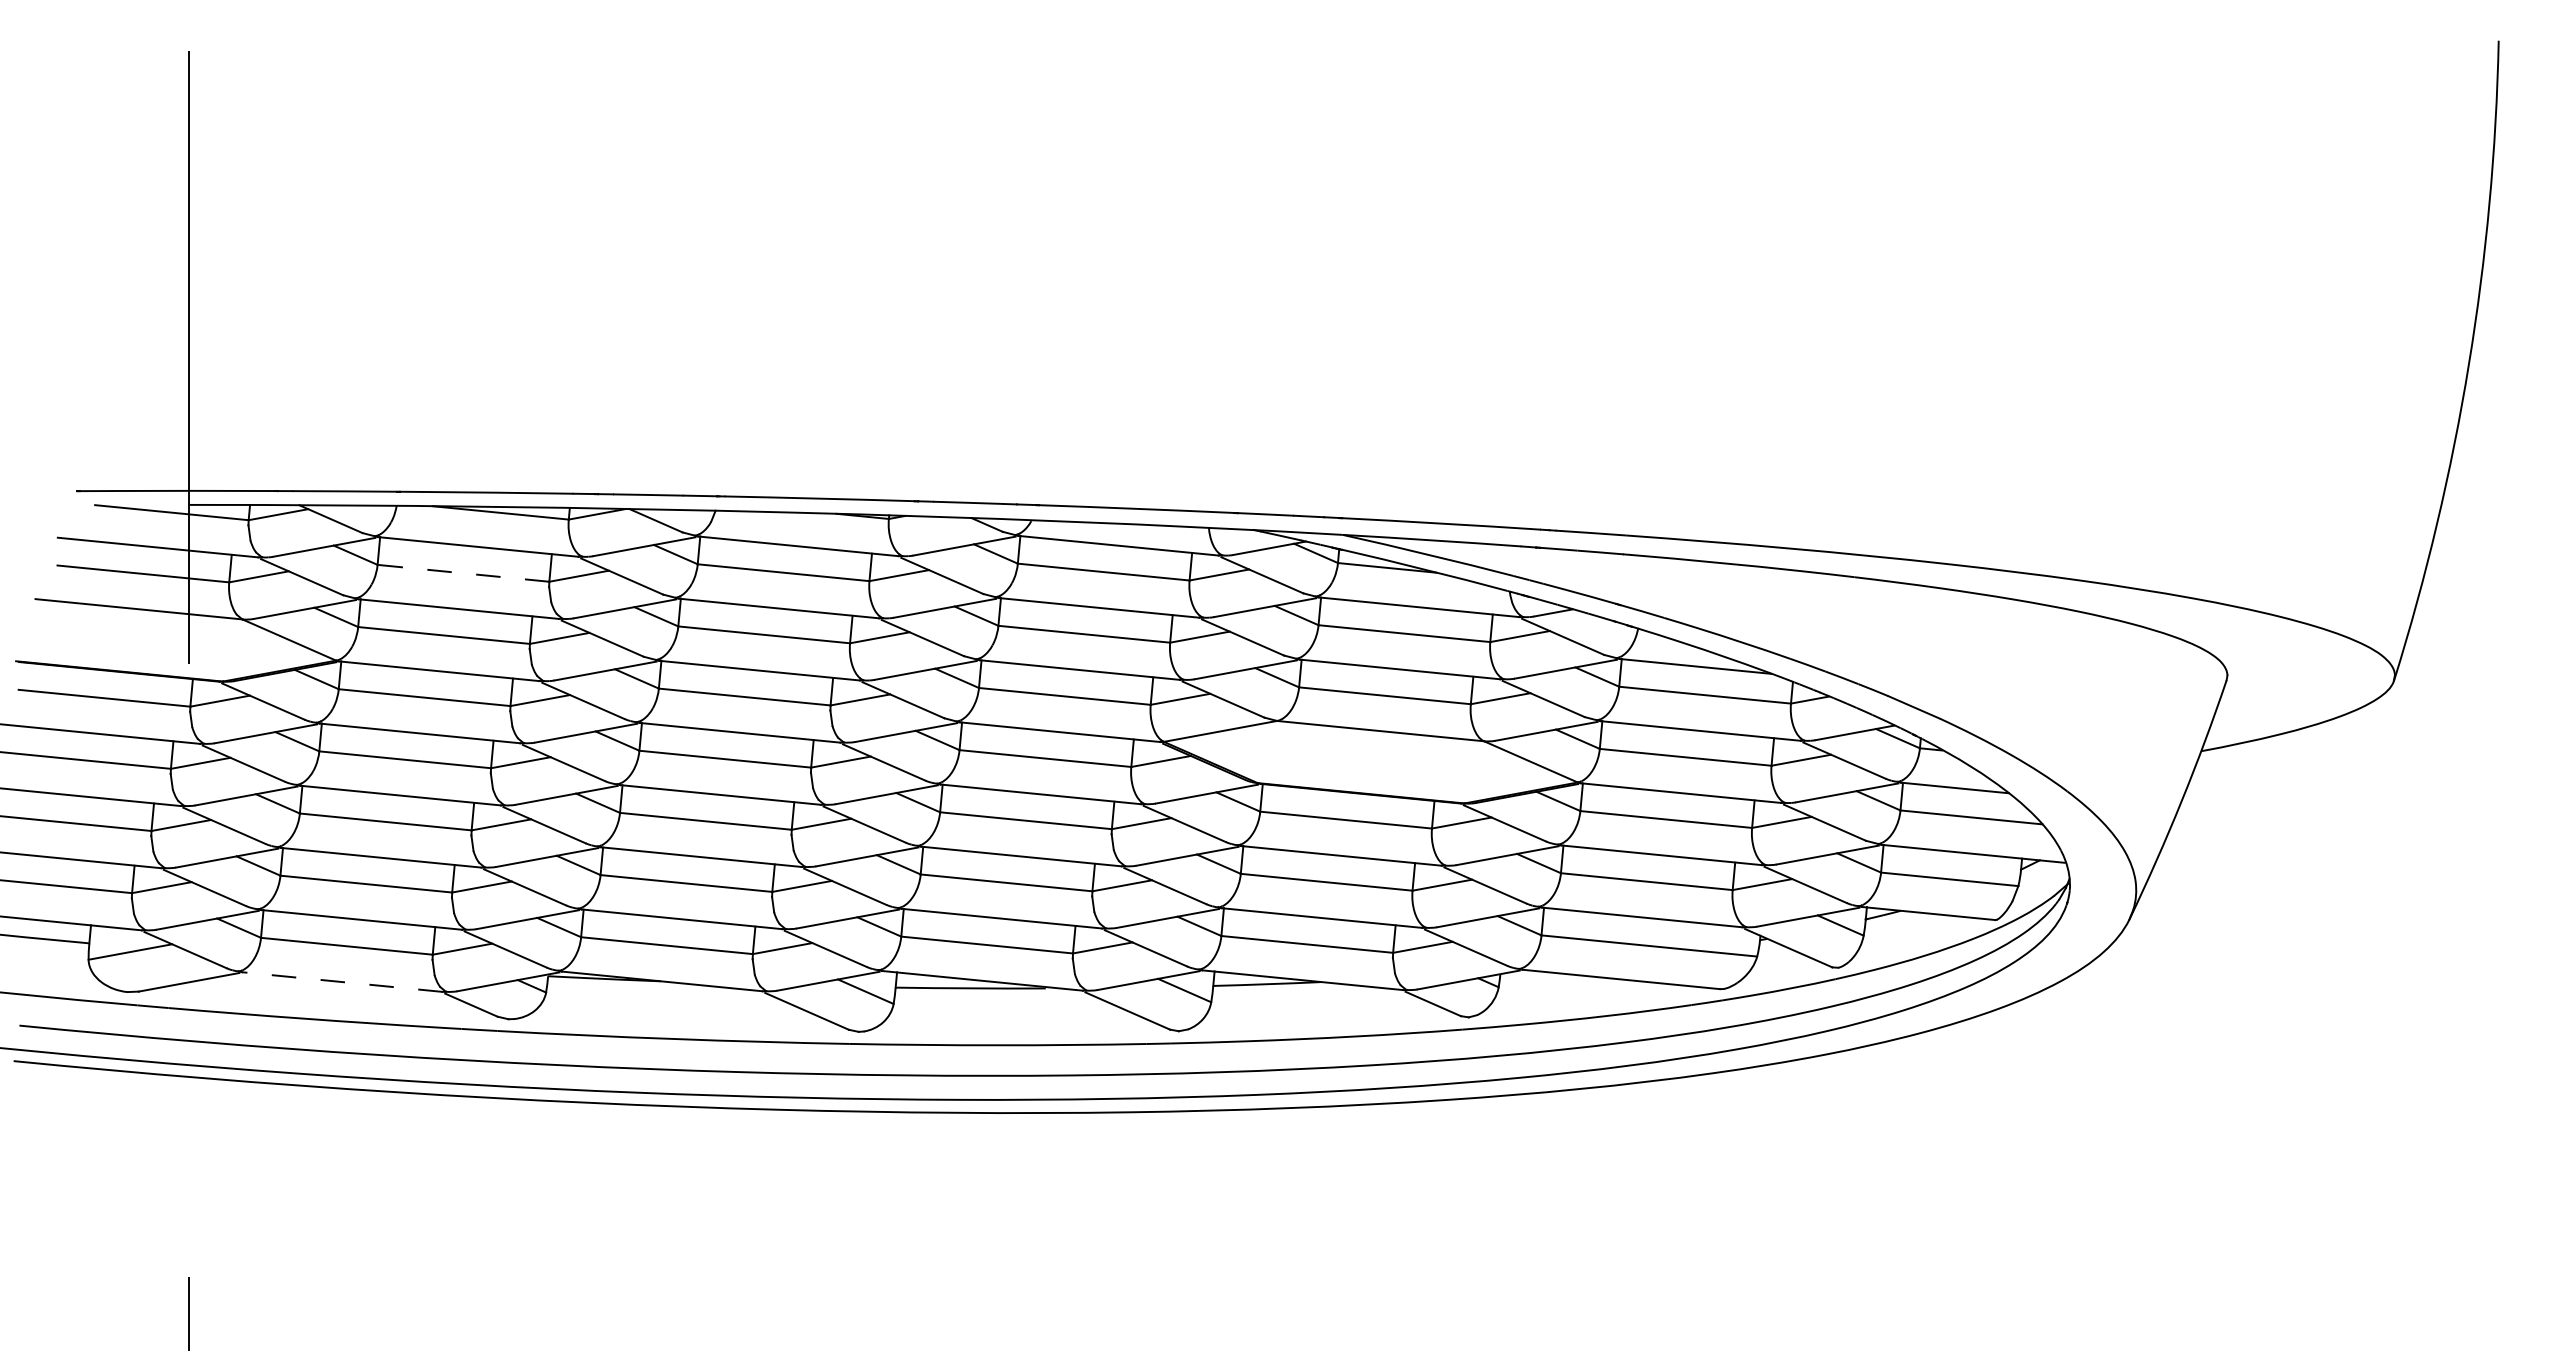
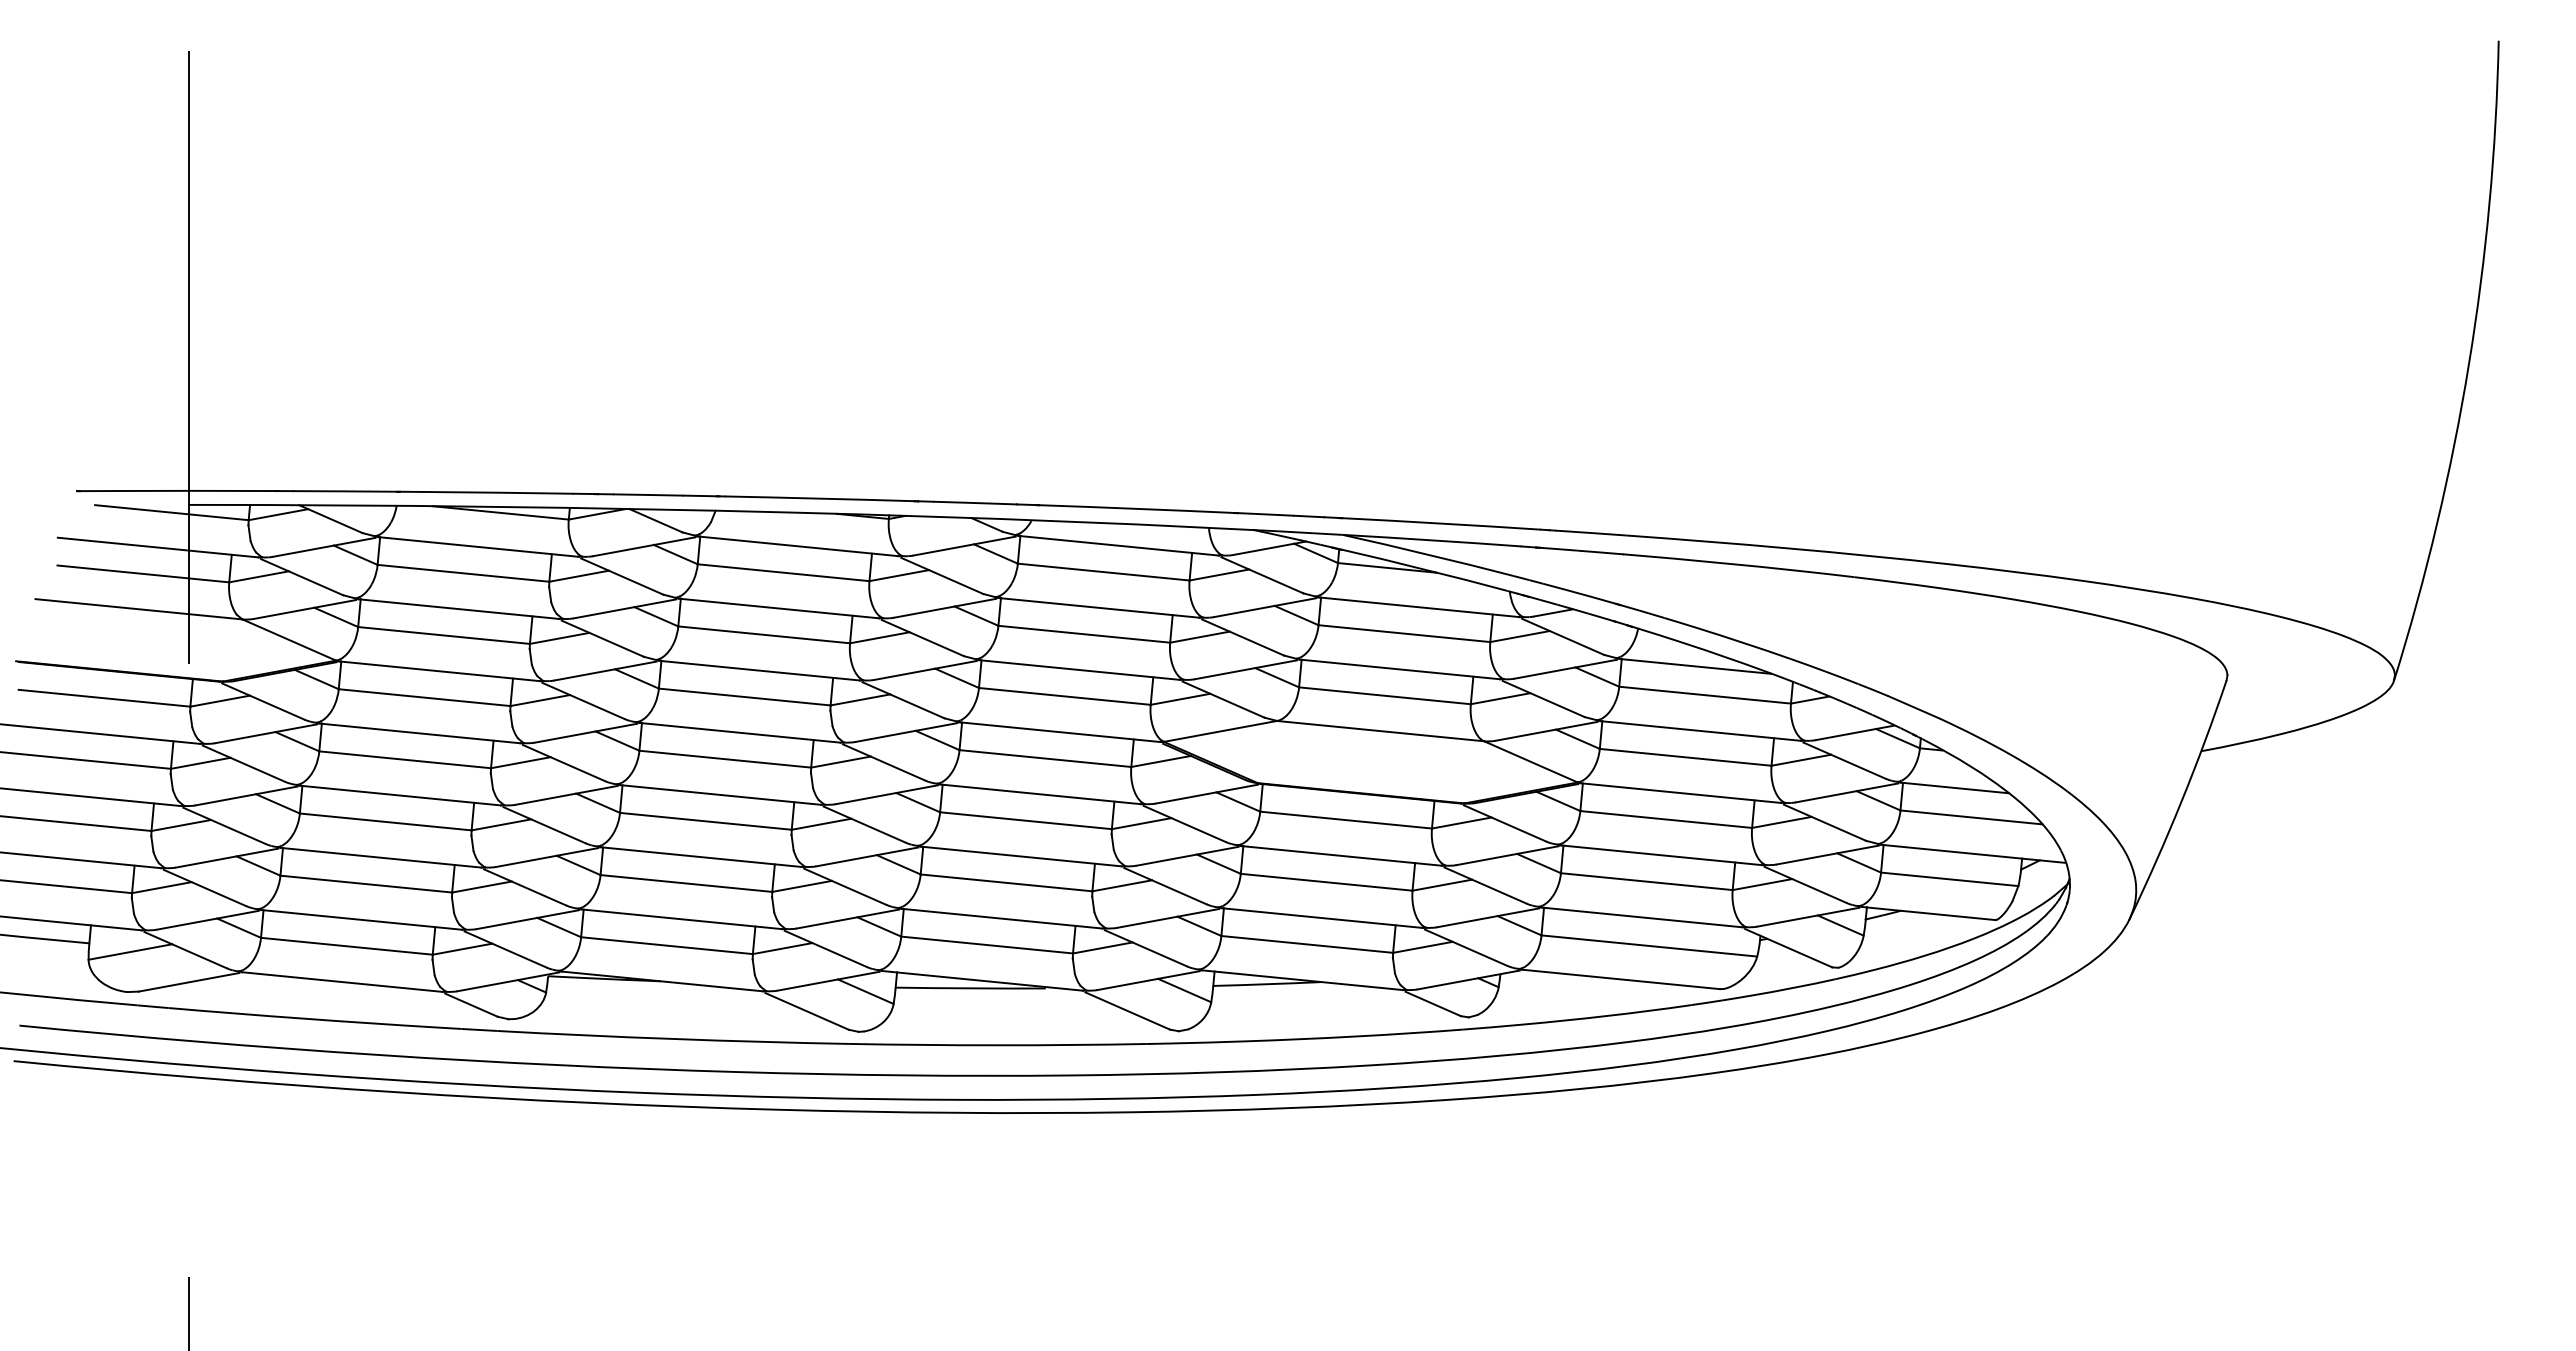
line at (463, 573): dashed -> solid
line at (342, 982): dashed -> solid
